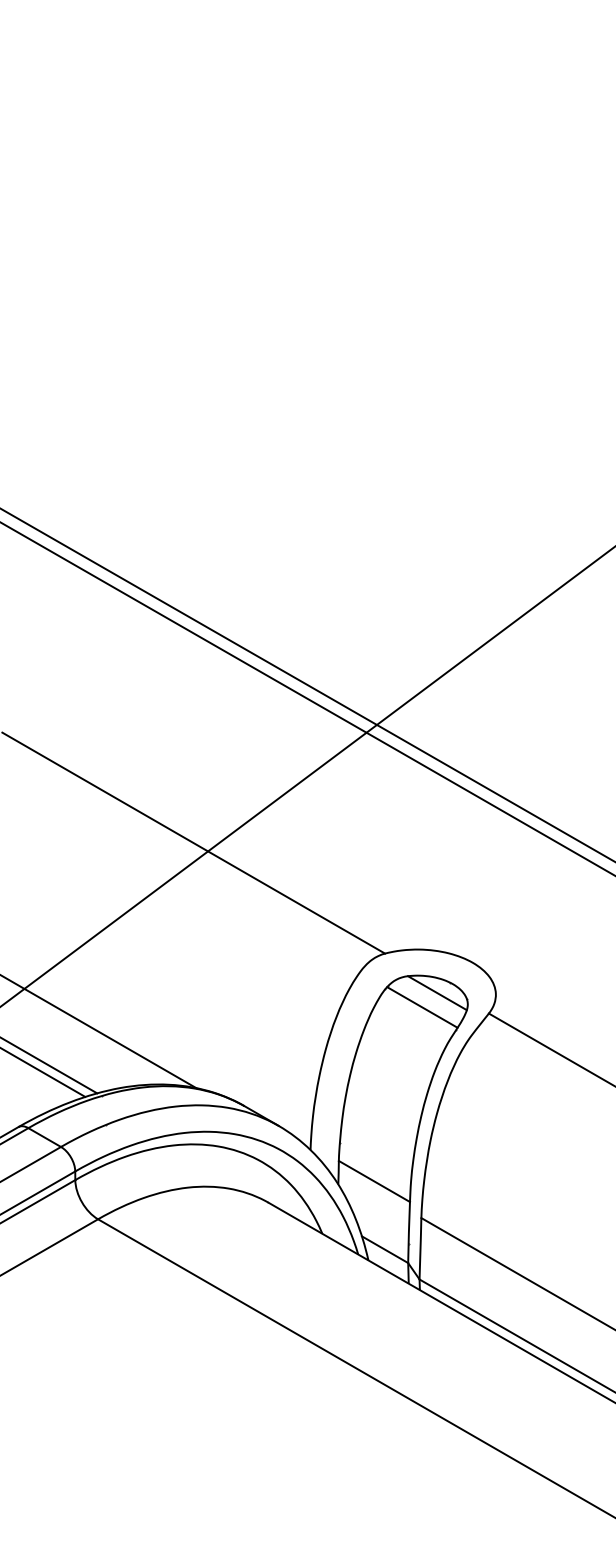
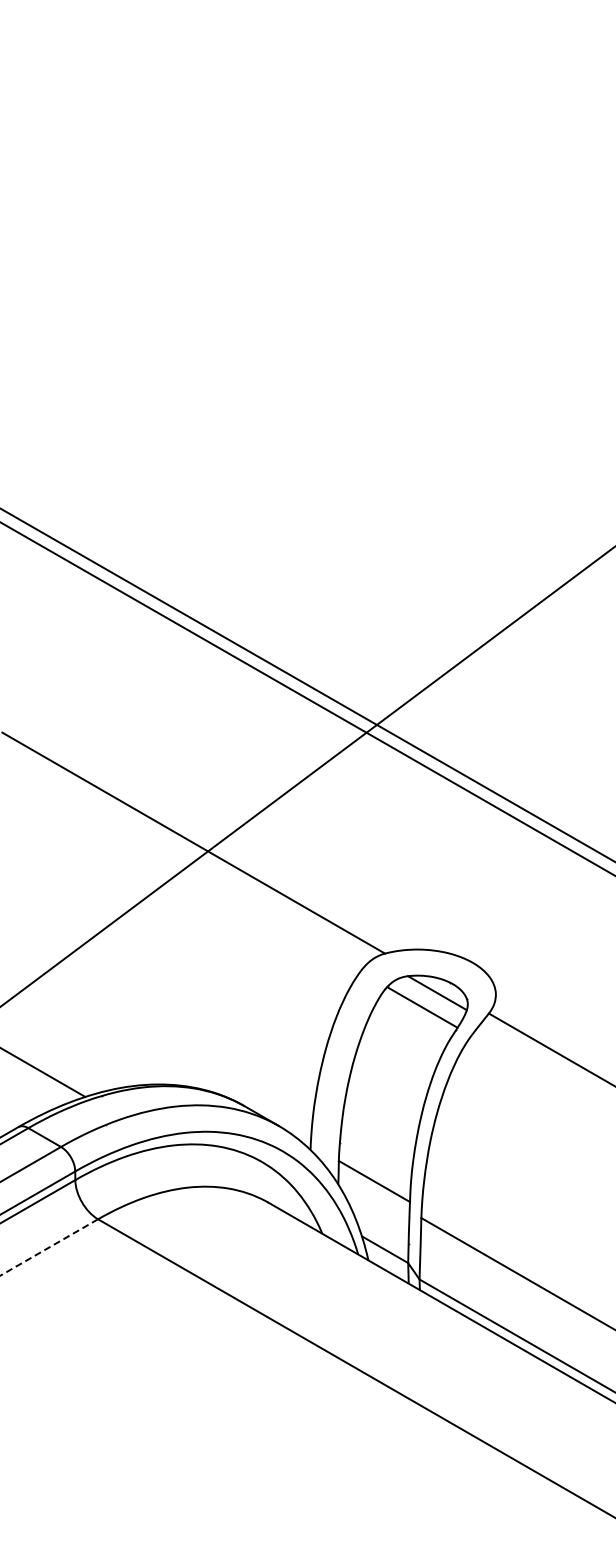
line at (99, 1032): present -> none
line at (49, 1065): present -> none
line at (48, 1247): solid -> dashed
